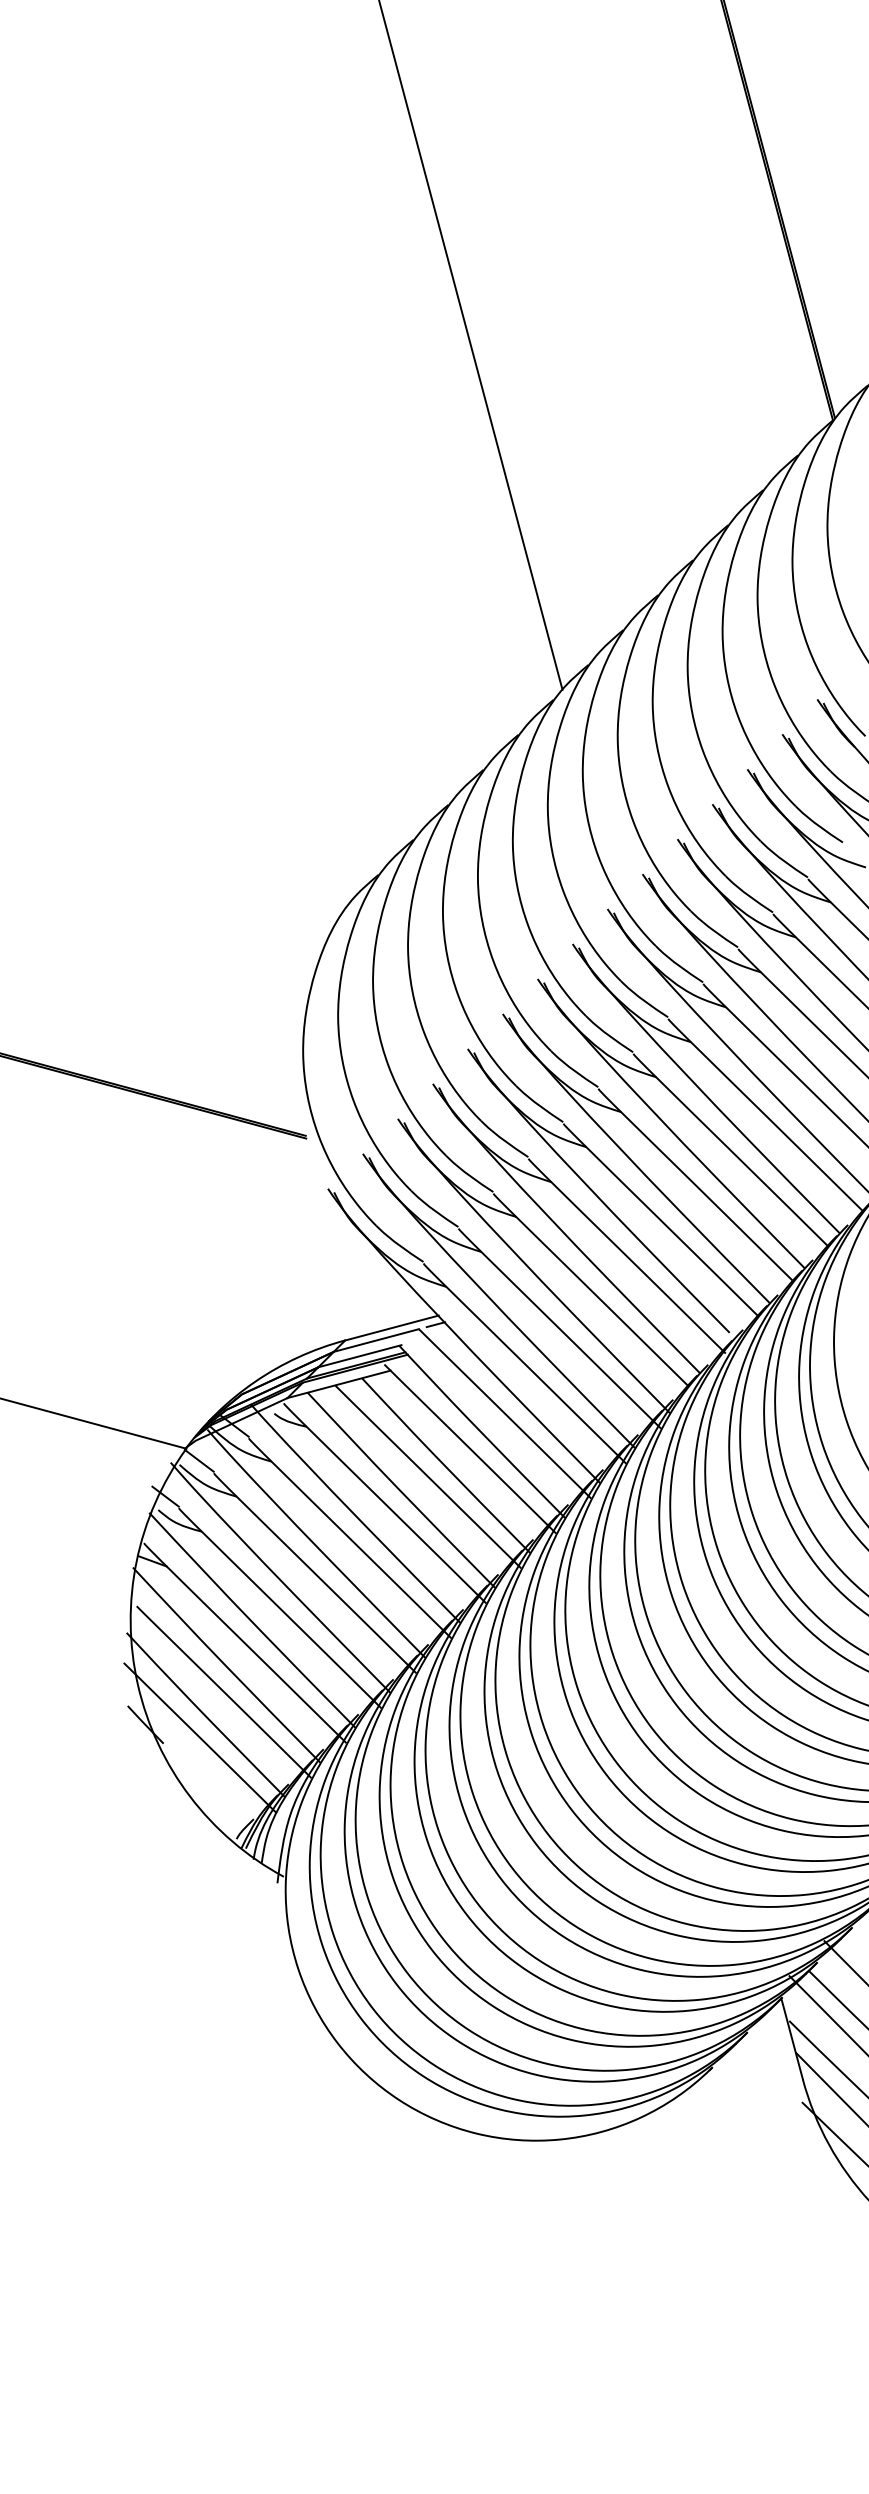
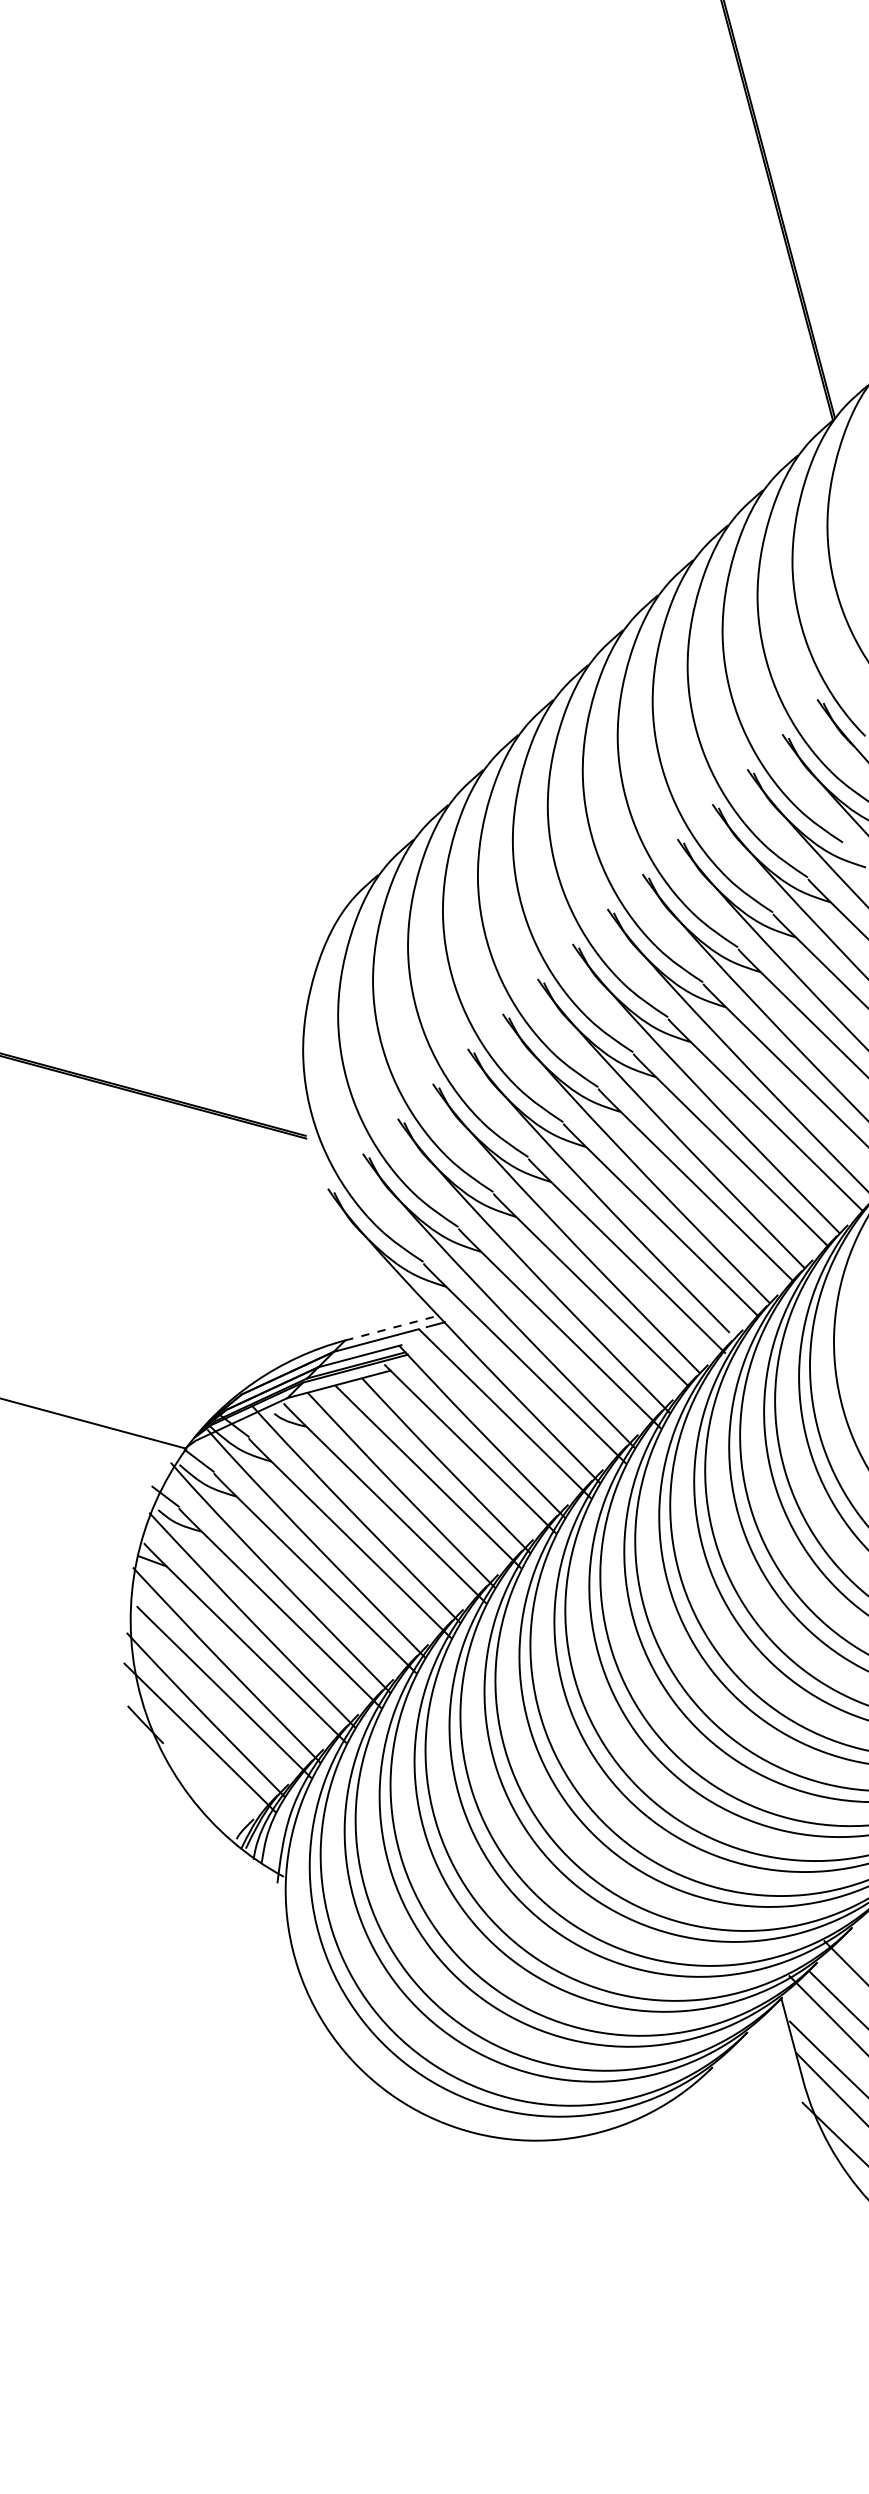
line at (470, 345): present -> none
line at (392, 1327): solid -> dashed
